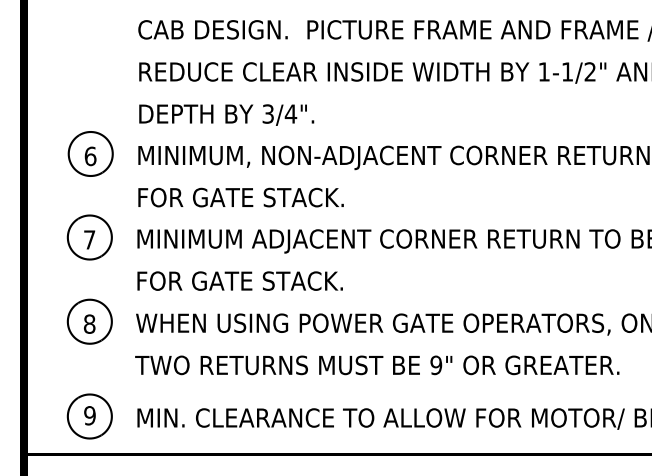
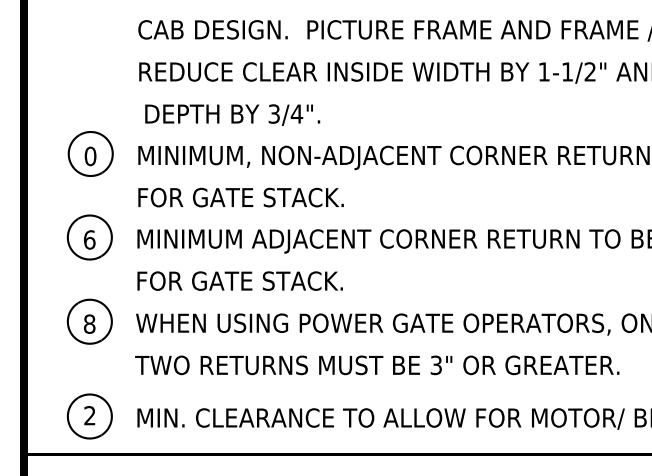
text at (226, 114) position: (226, 114) -> (232, 114)
text at (90, 155): 6 -> 0
text at (89, 239): 7 -> 6
text at (436, 364): 9" -> 3"
text at (89, 415): 9 -> 2
